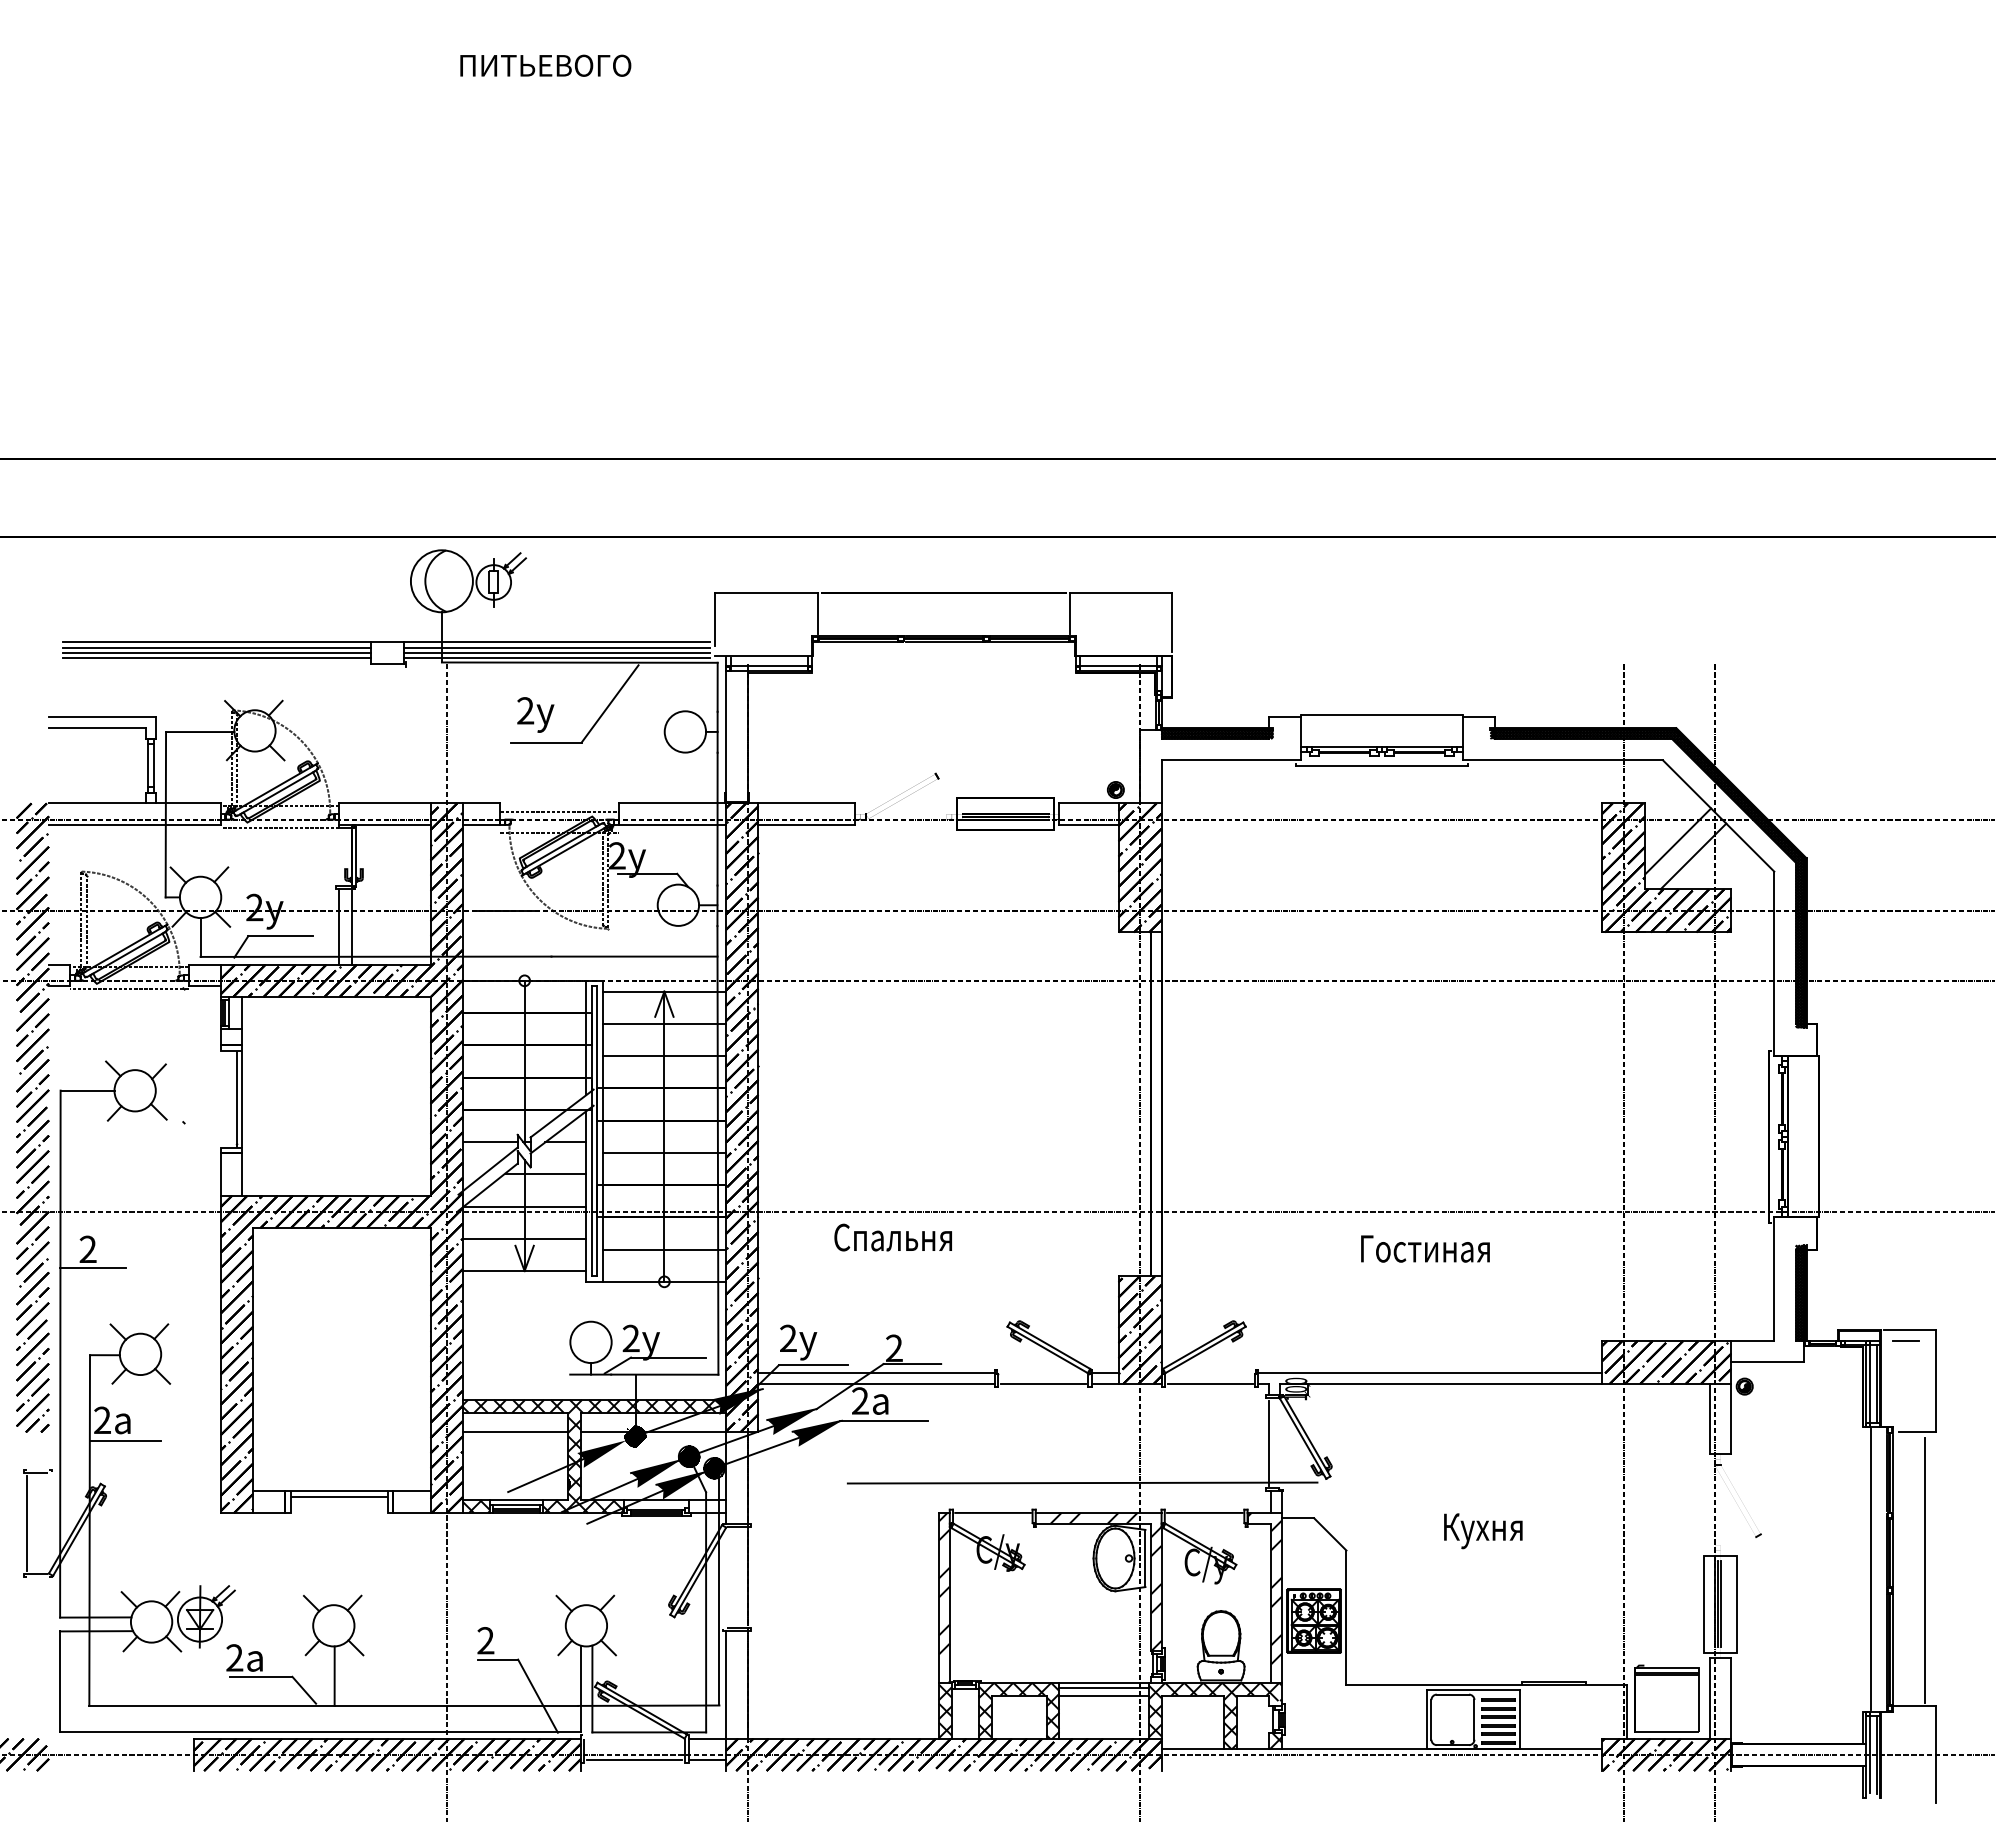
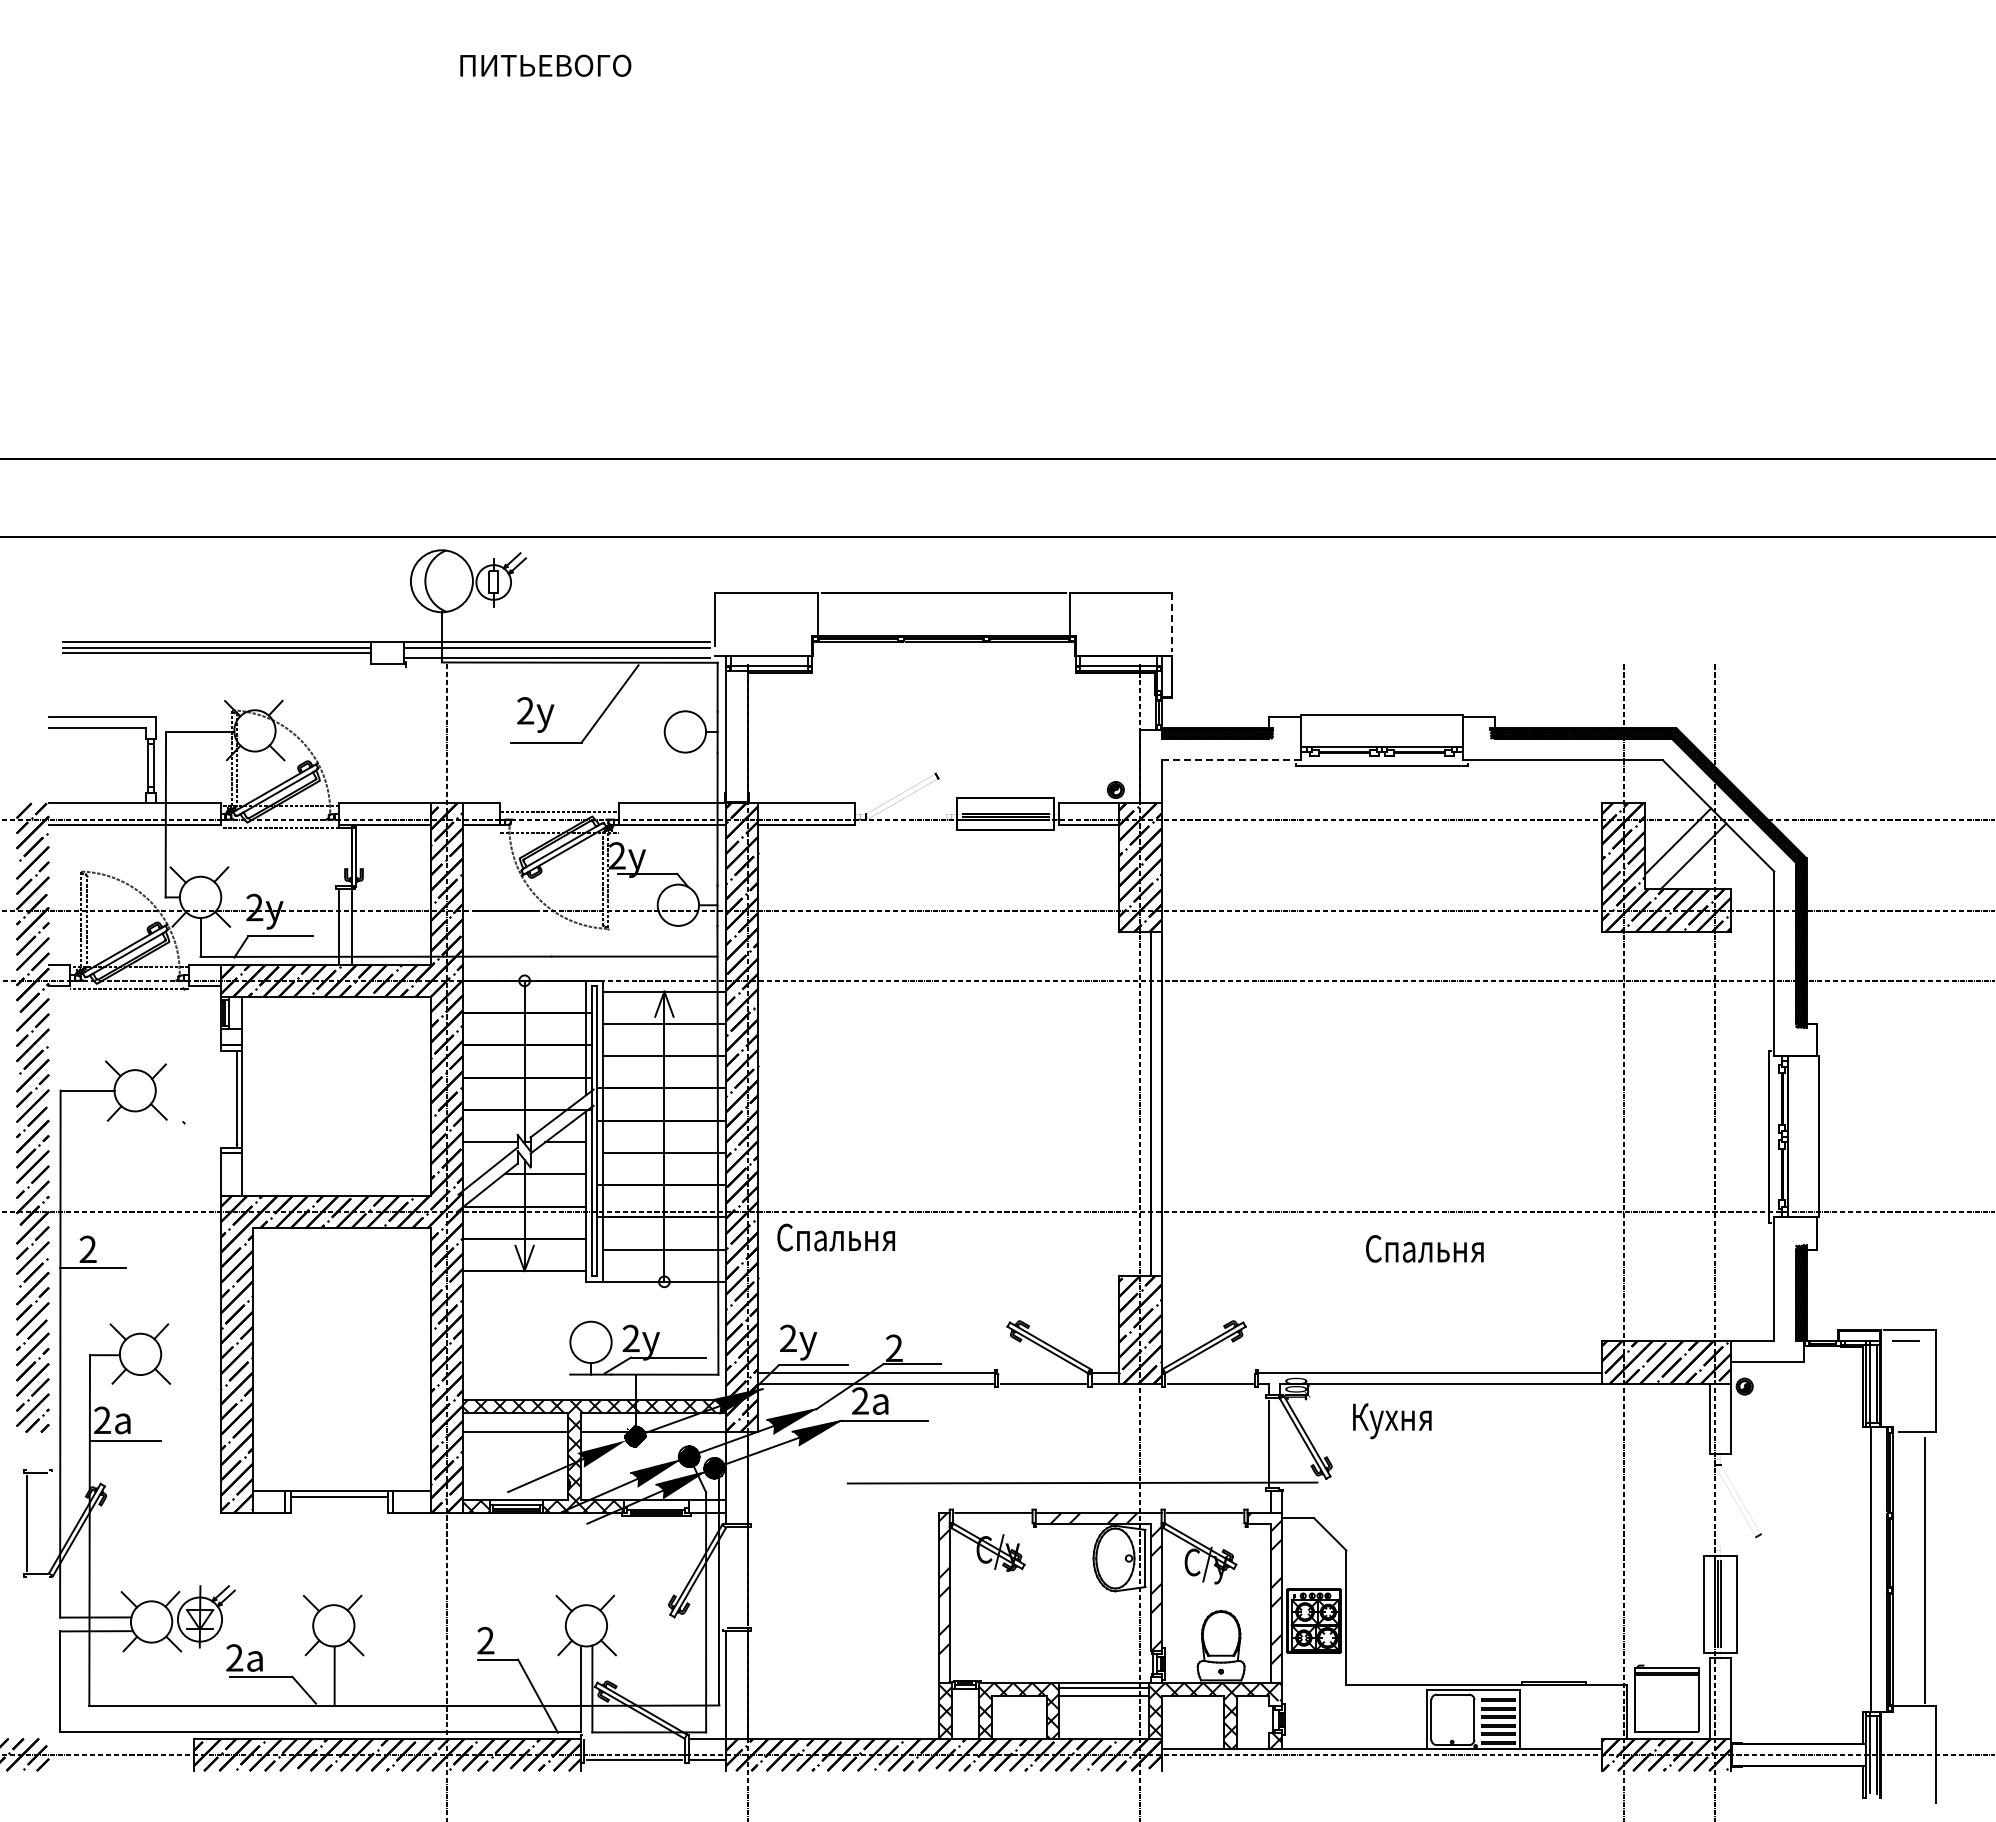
line at (1172, 622): solid -> dashed
line at (556, 652): present -> none
line at (217, 658): present -> none
line at (1231, 760): solid -> dashed
text at (892, 1237) position: (892, 1237) -> (835, 1237)
text at (1425, 1248): Гостиная -> Спальня
text at (1483, 1531) position: (1483, 1531) -> (1392, 1421)
